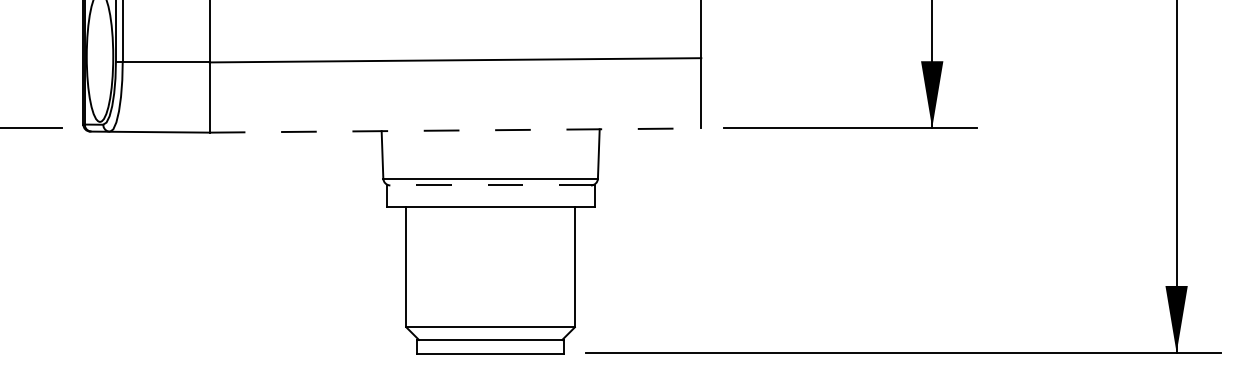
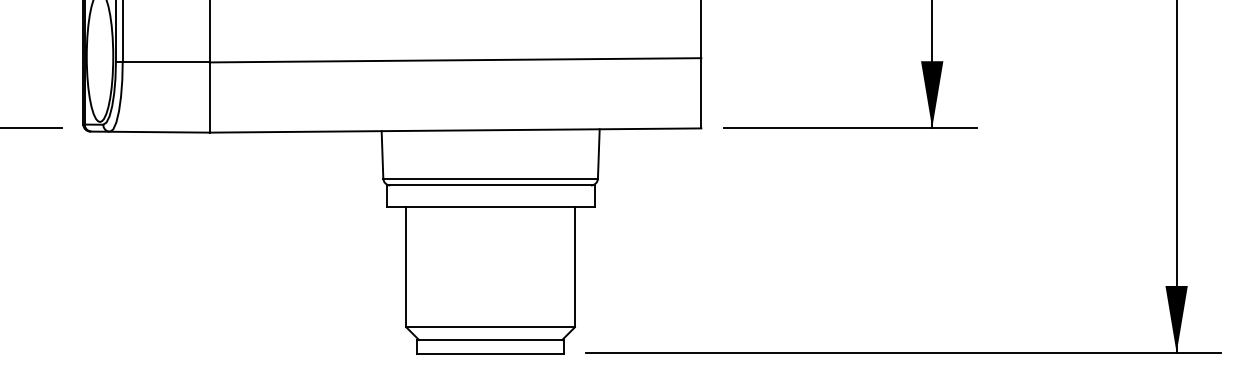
line at (455, 130): dashed -> solid
line at (490, 185): dashed -> solid
